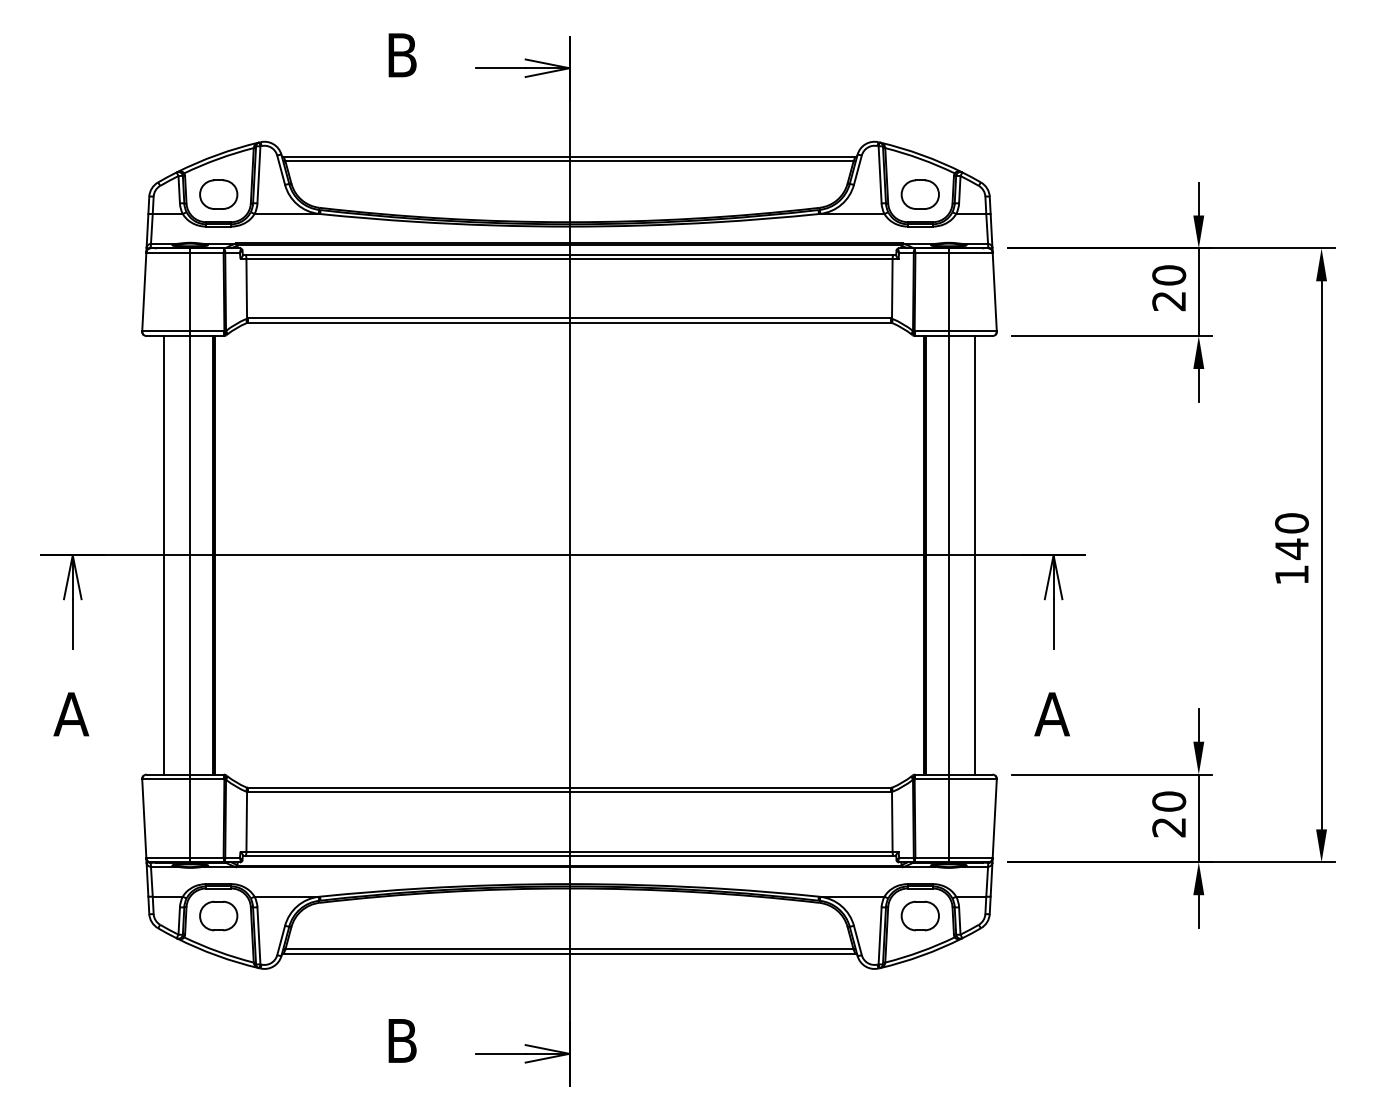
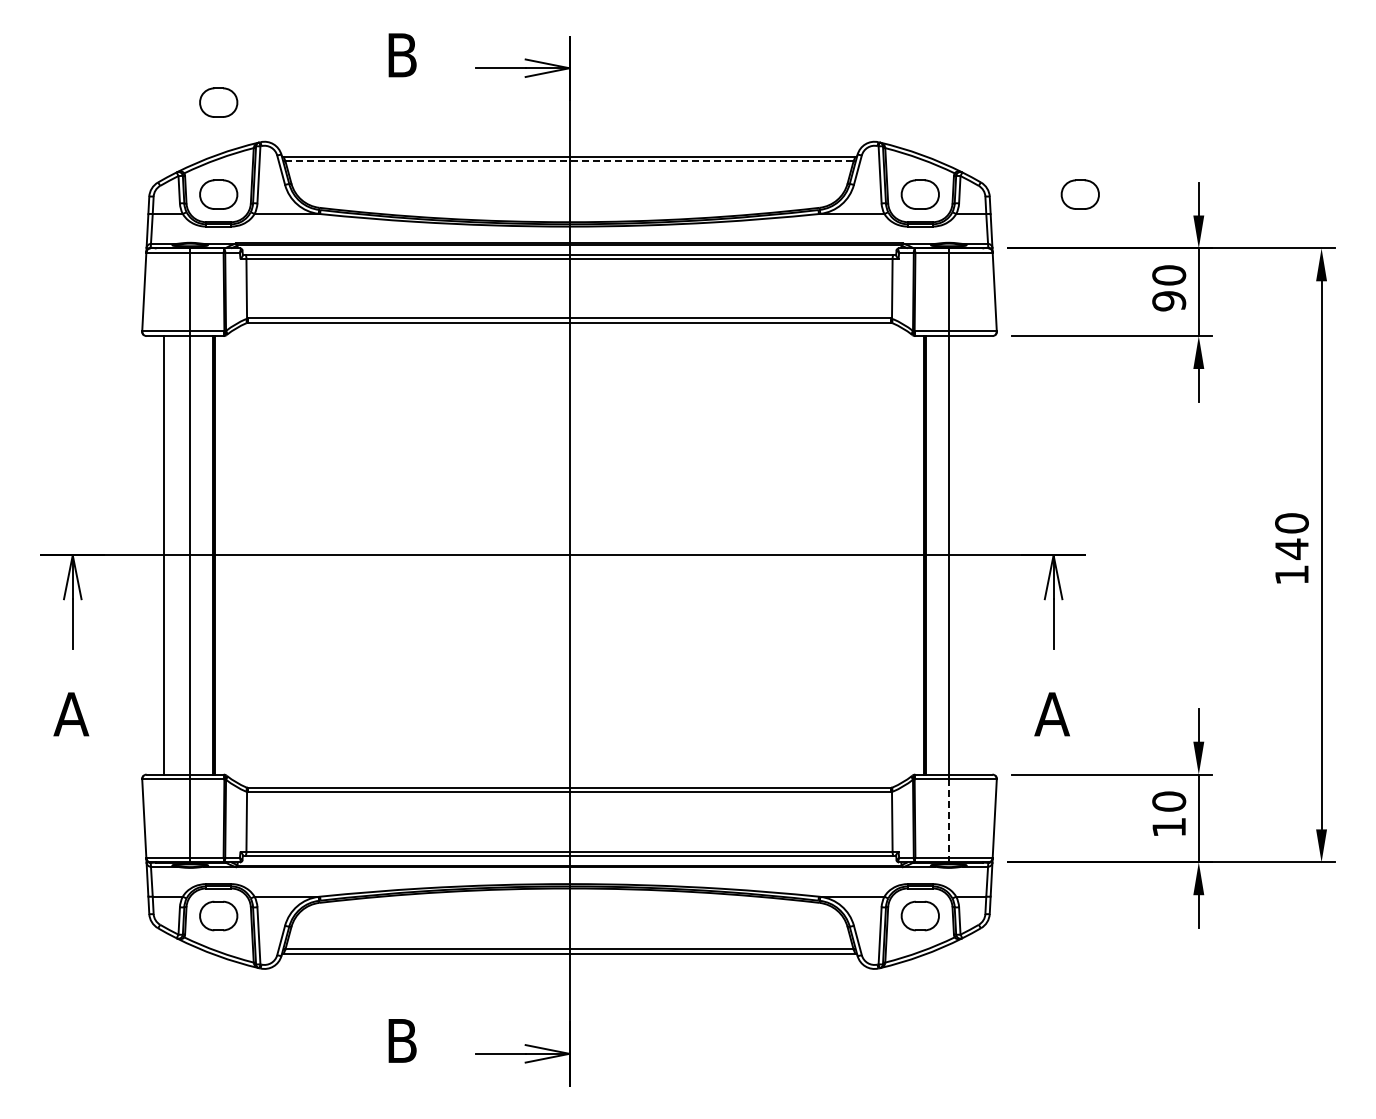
part at (218, 102): none -> present
line at (570, 161): solid -> dashed
part at (1079, 194): none -> present
text at (1169, 301): 20 -> 90
line at (975, 555): present -> none
line at (948, 819): solid -> dashed
text at (1168, 827): 20 -> 10
